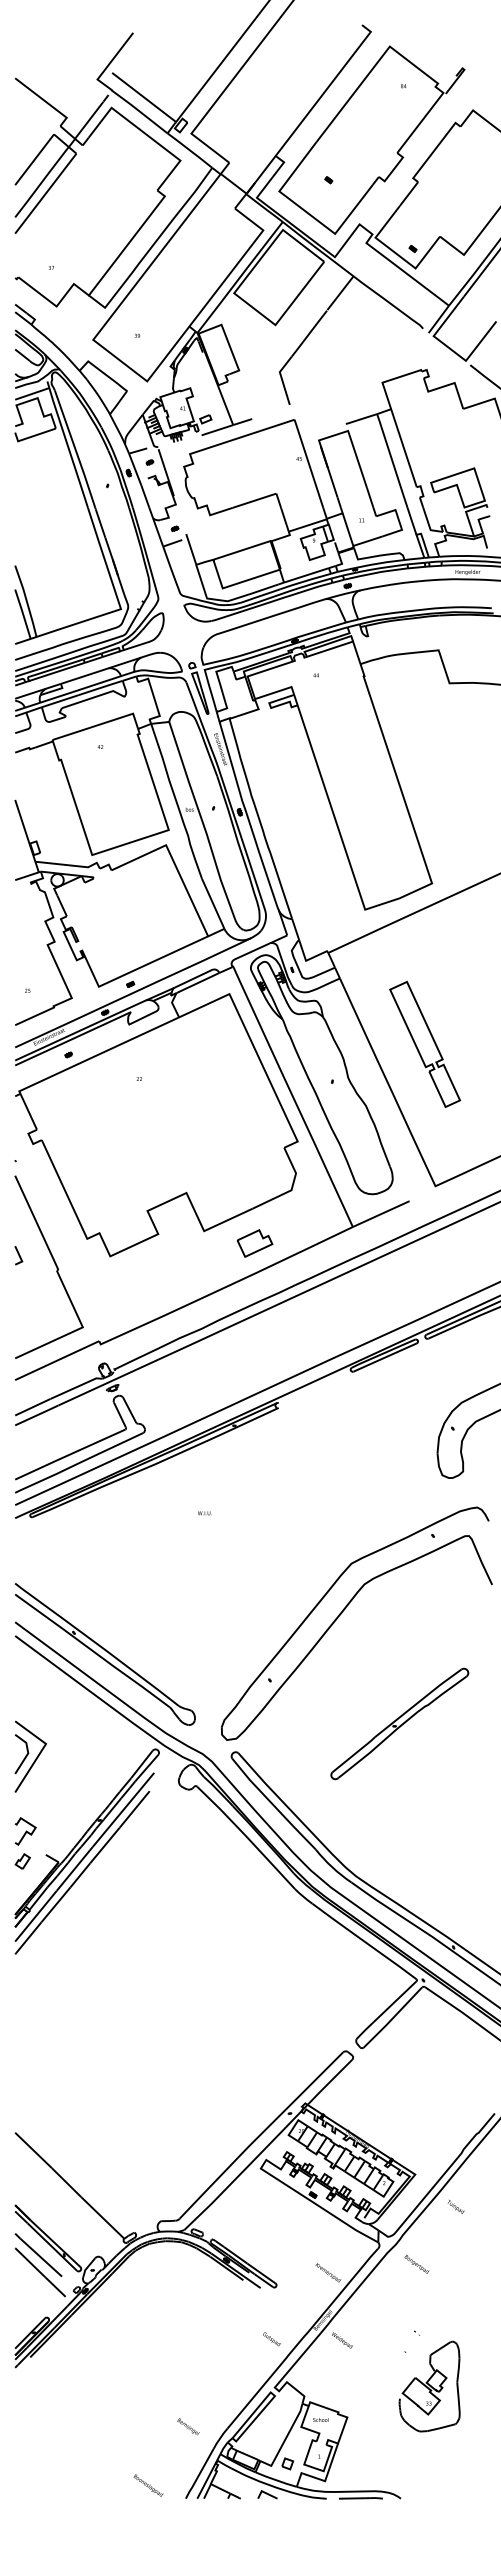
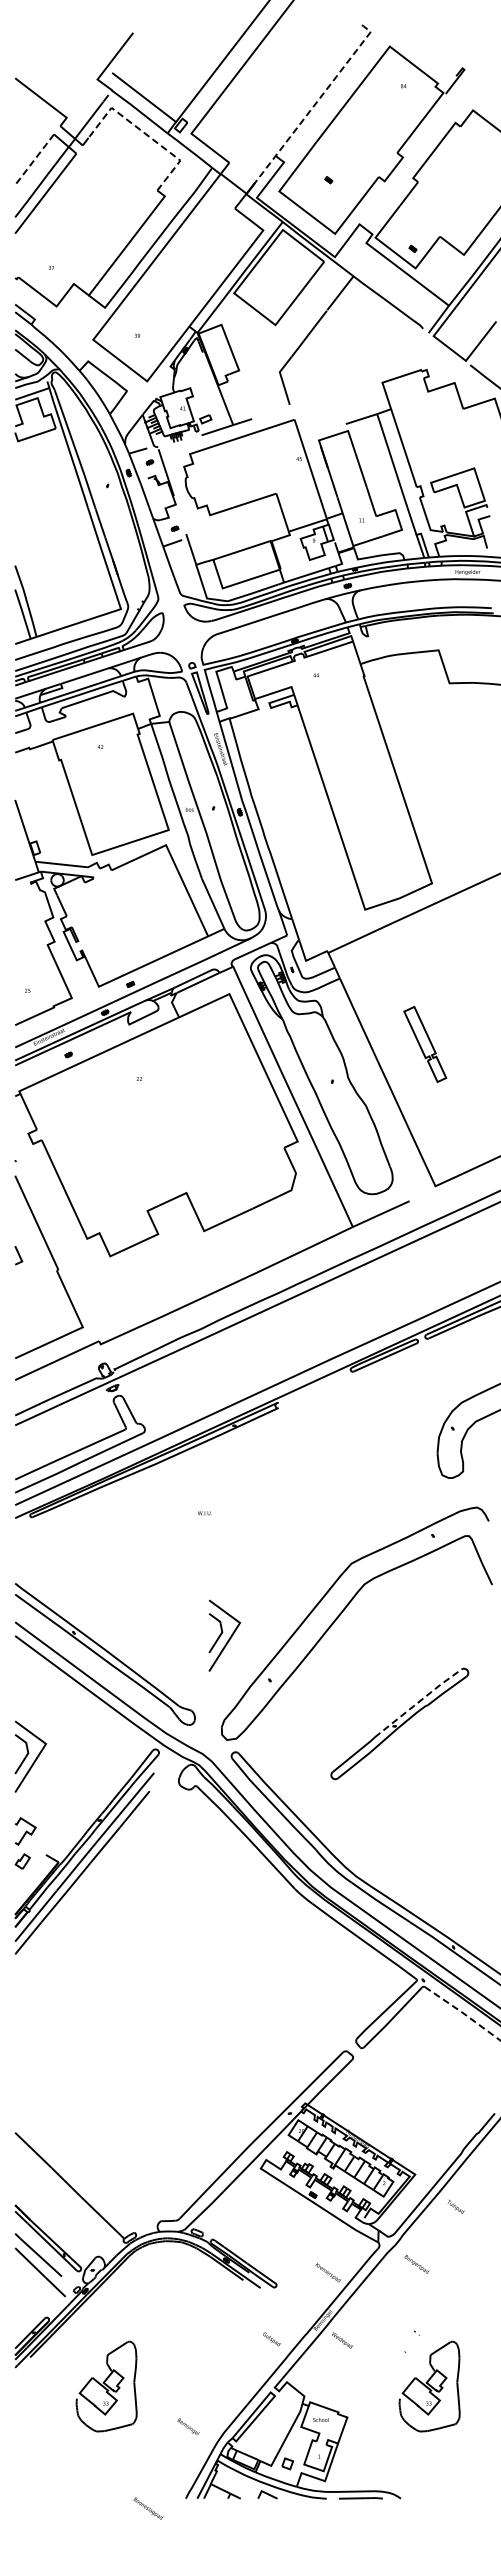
line at (317, 101): solid -> dashed
line at (145, 133): solid -> dashed
line at (34, 159): solid -> dashed
part at (425, 1044) size: 73x129 px -> 45x78 px
part at (255, 1243): present -> none
part at (224, 1635): none -> present
line at (418, 1702): solid -> dashed
line at (462, 2012): solid -> dashed
part at (106, 2386): none -> present
text at (148, 2485) position: (148, 2485) -> (148, 2508)
